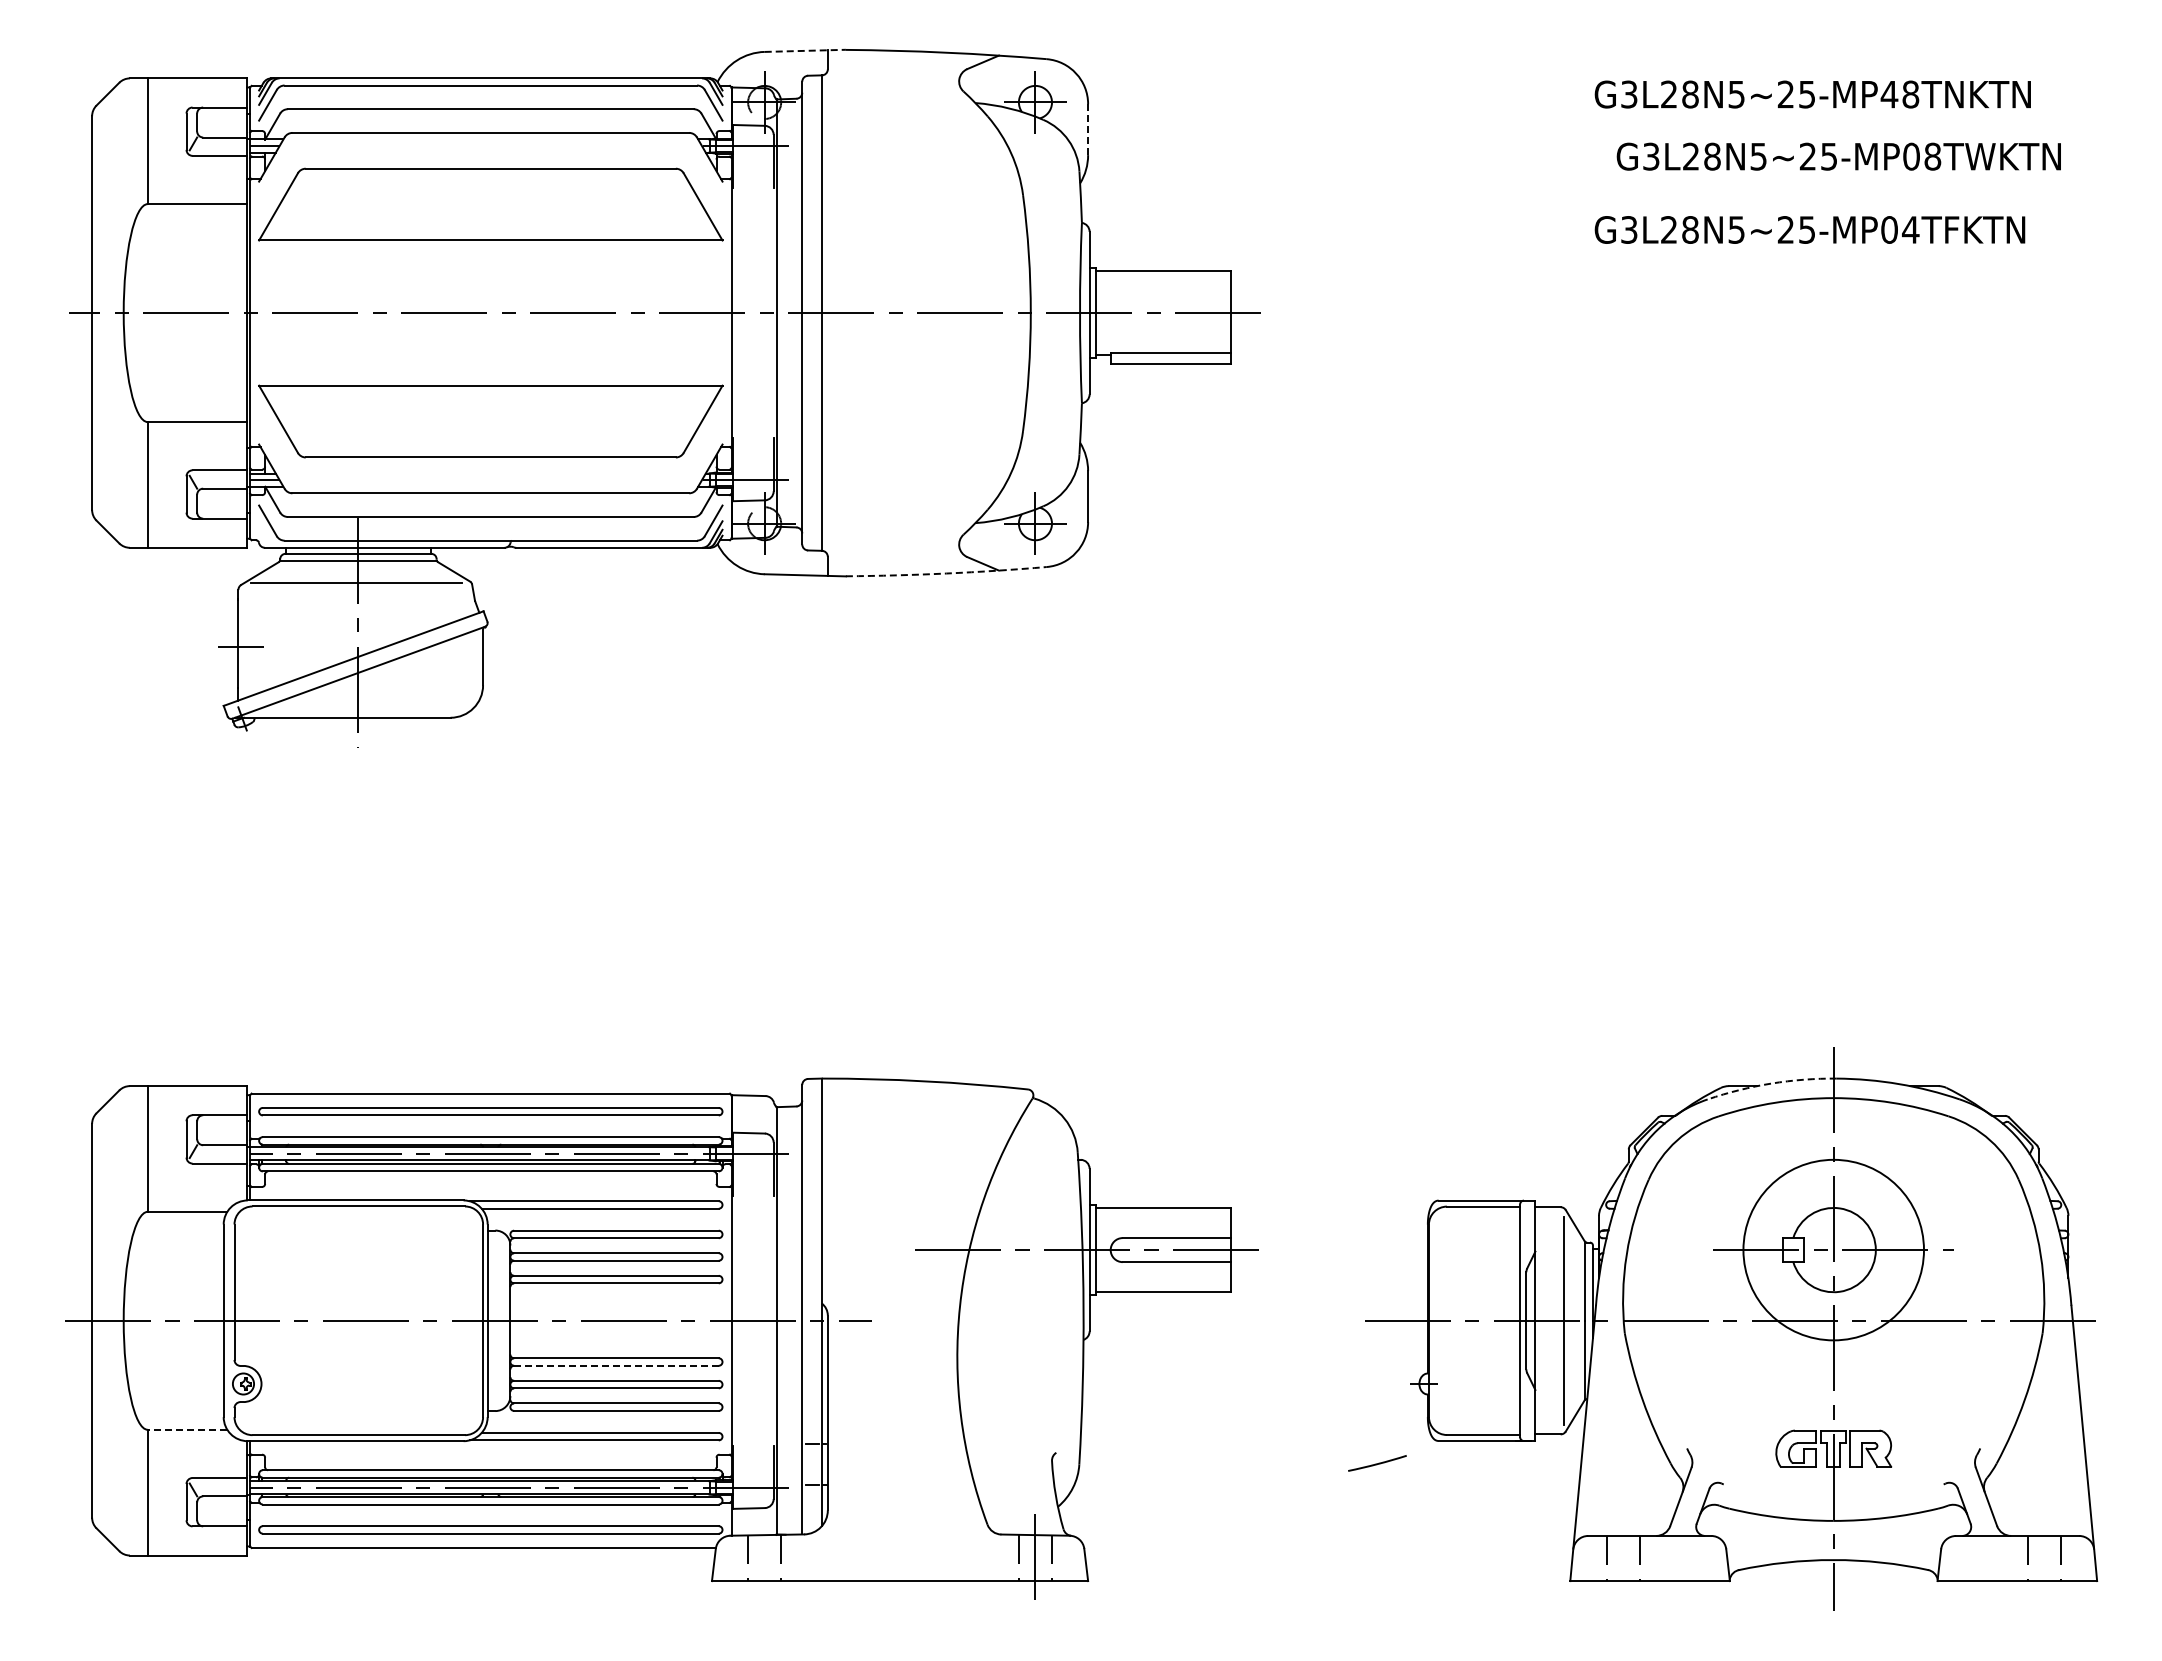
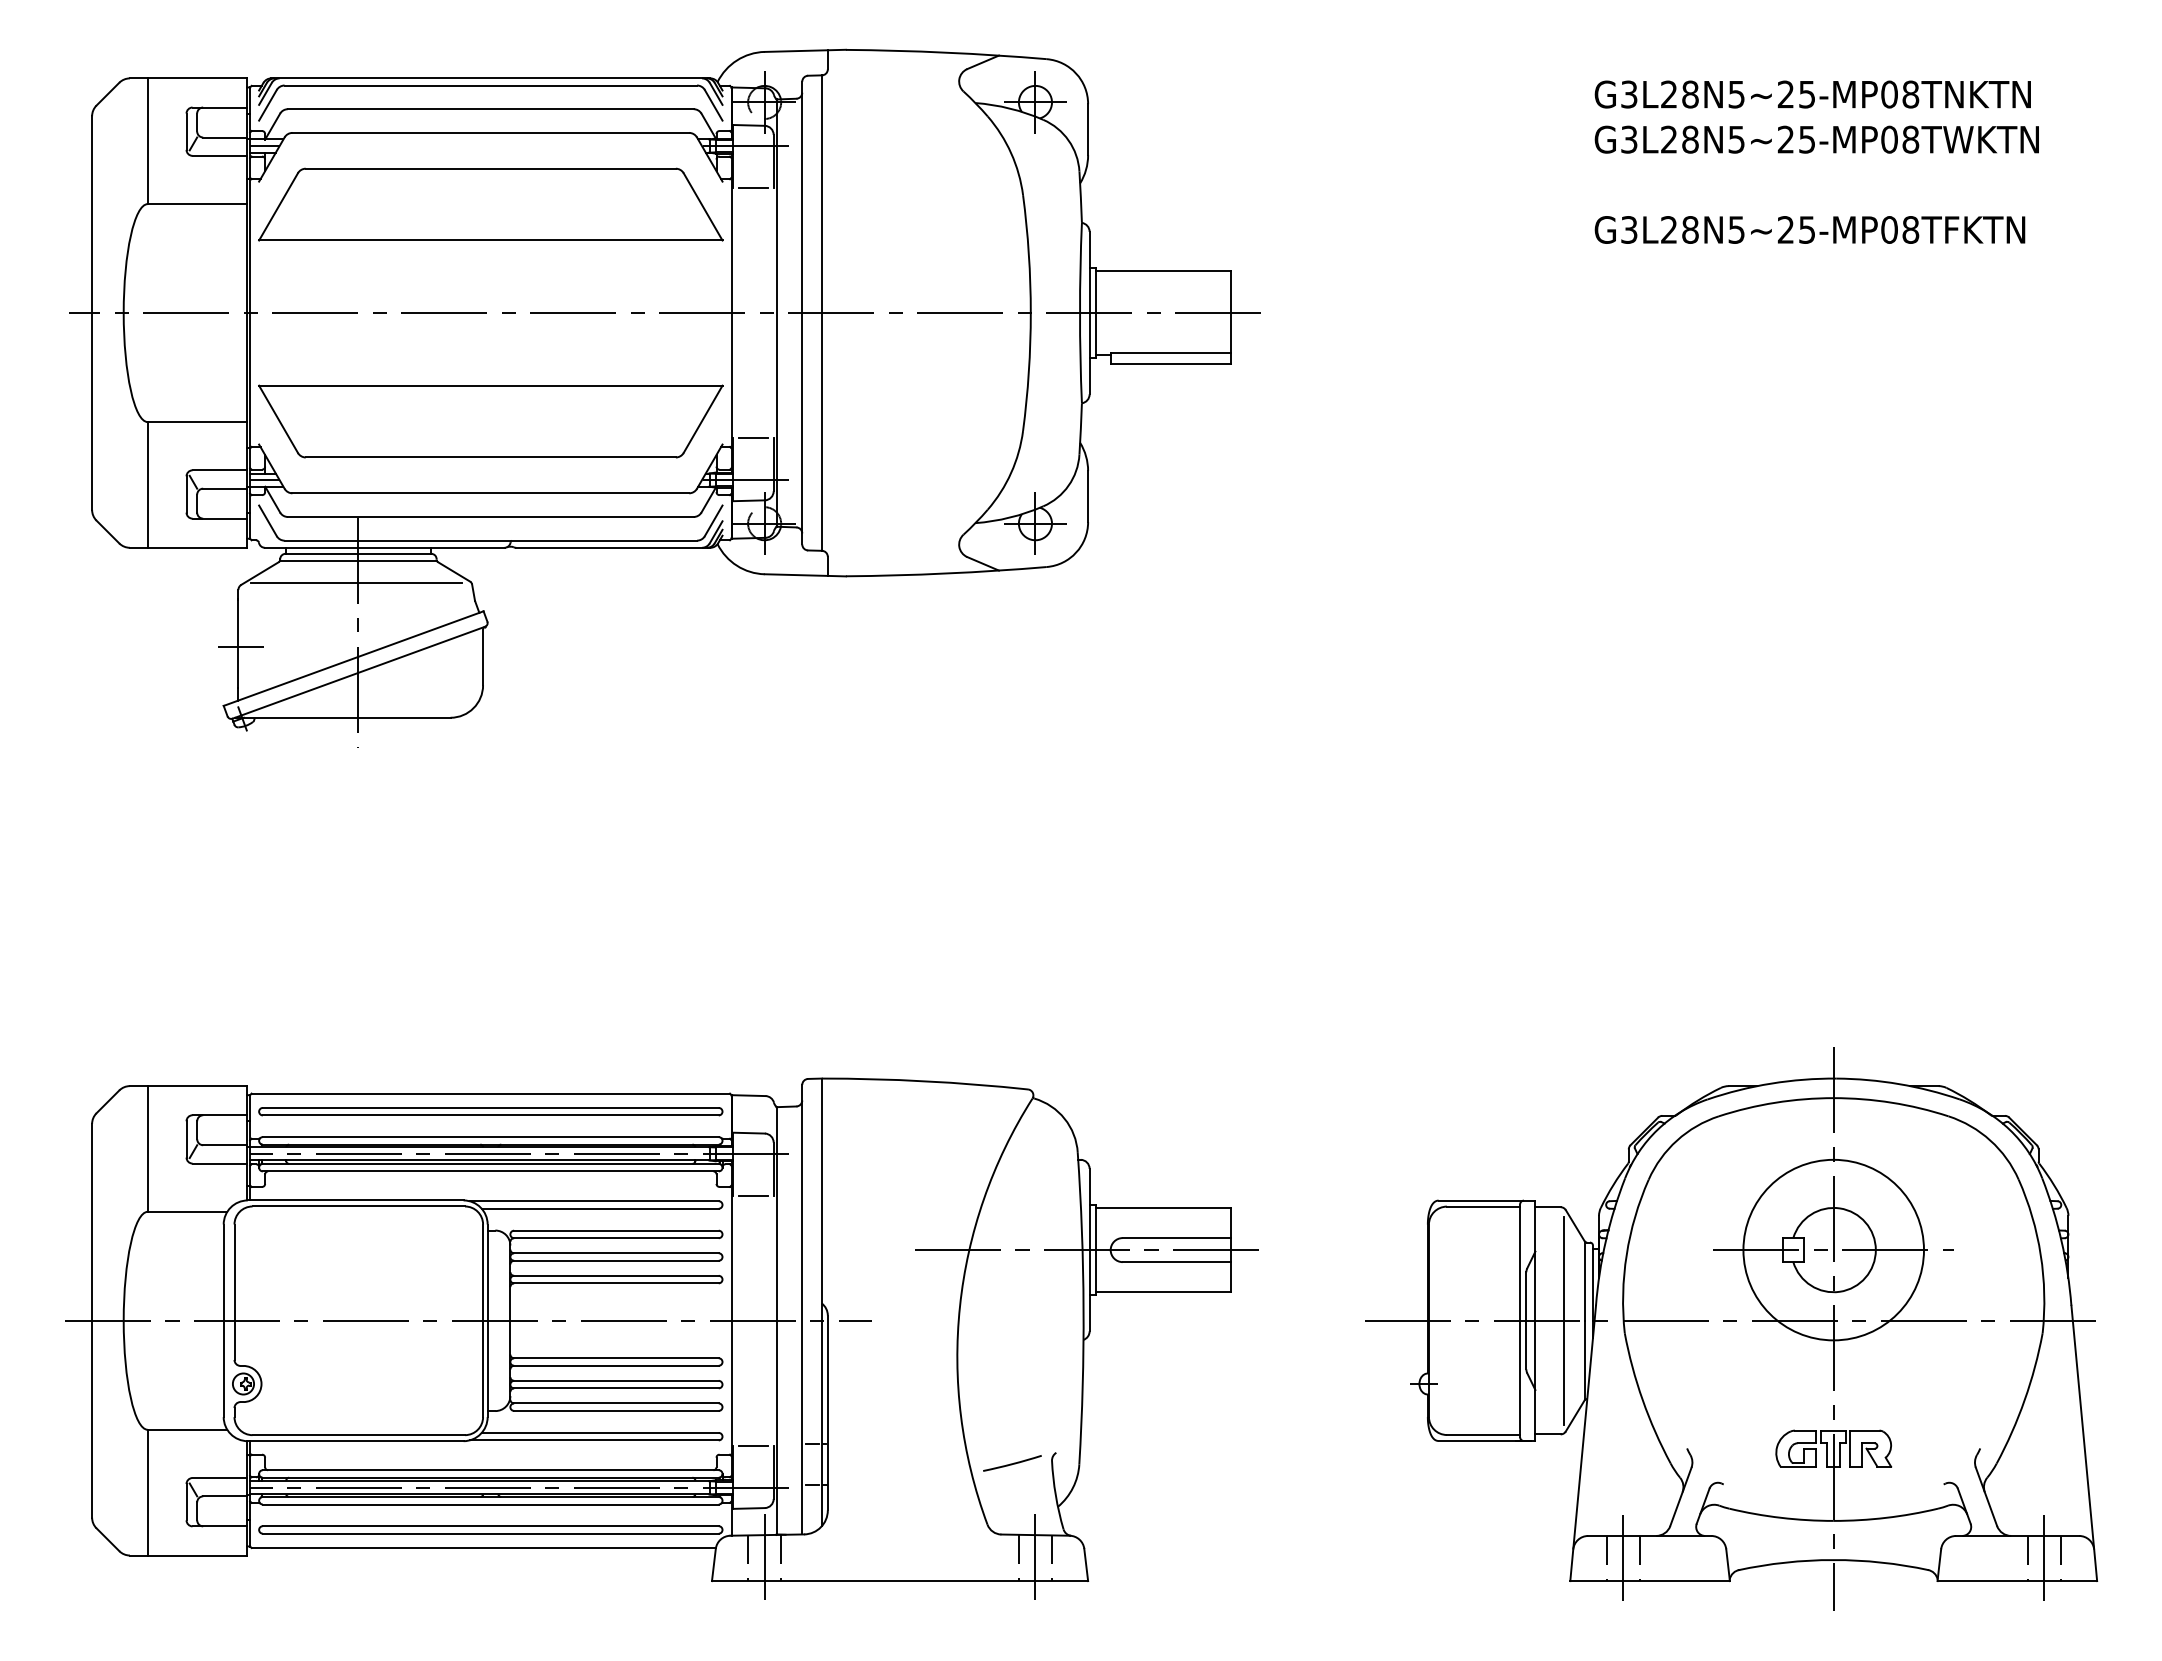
line at (805, 50): dashed -> solid
text at (1889, 94): G3L28N5~25-MP48TNKTN -> G3L28N5~25-MP08TNKTN
line at (1088, 129): dashed -> solid
text at (1838, 156) position: (1838, 156) -> (1816, 139)
line at (753, 188): none -> present
text at (1910, 229): G3L28N5~25-MP04TFKTN -> G3L28N5~25-MP08TFKTN
line at (753, 437): none -> present
arc at (946, 573): dashed -> solid
arc at (1771, 1083): dashed -> solid
line at (753, 1196): none -> present
line at (616, 1365): dashed -> solid
line at (187, 1429): dashed -> solid
line at (753, 1445): none -> present
line at (1377, 1463) position: (1377, 1463) -> (1012, 1463)
line at (764, 1558): none -> present
line at (1623, 1558): none -> present
line at (2044, 1558): none -> present
